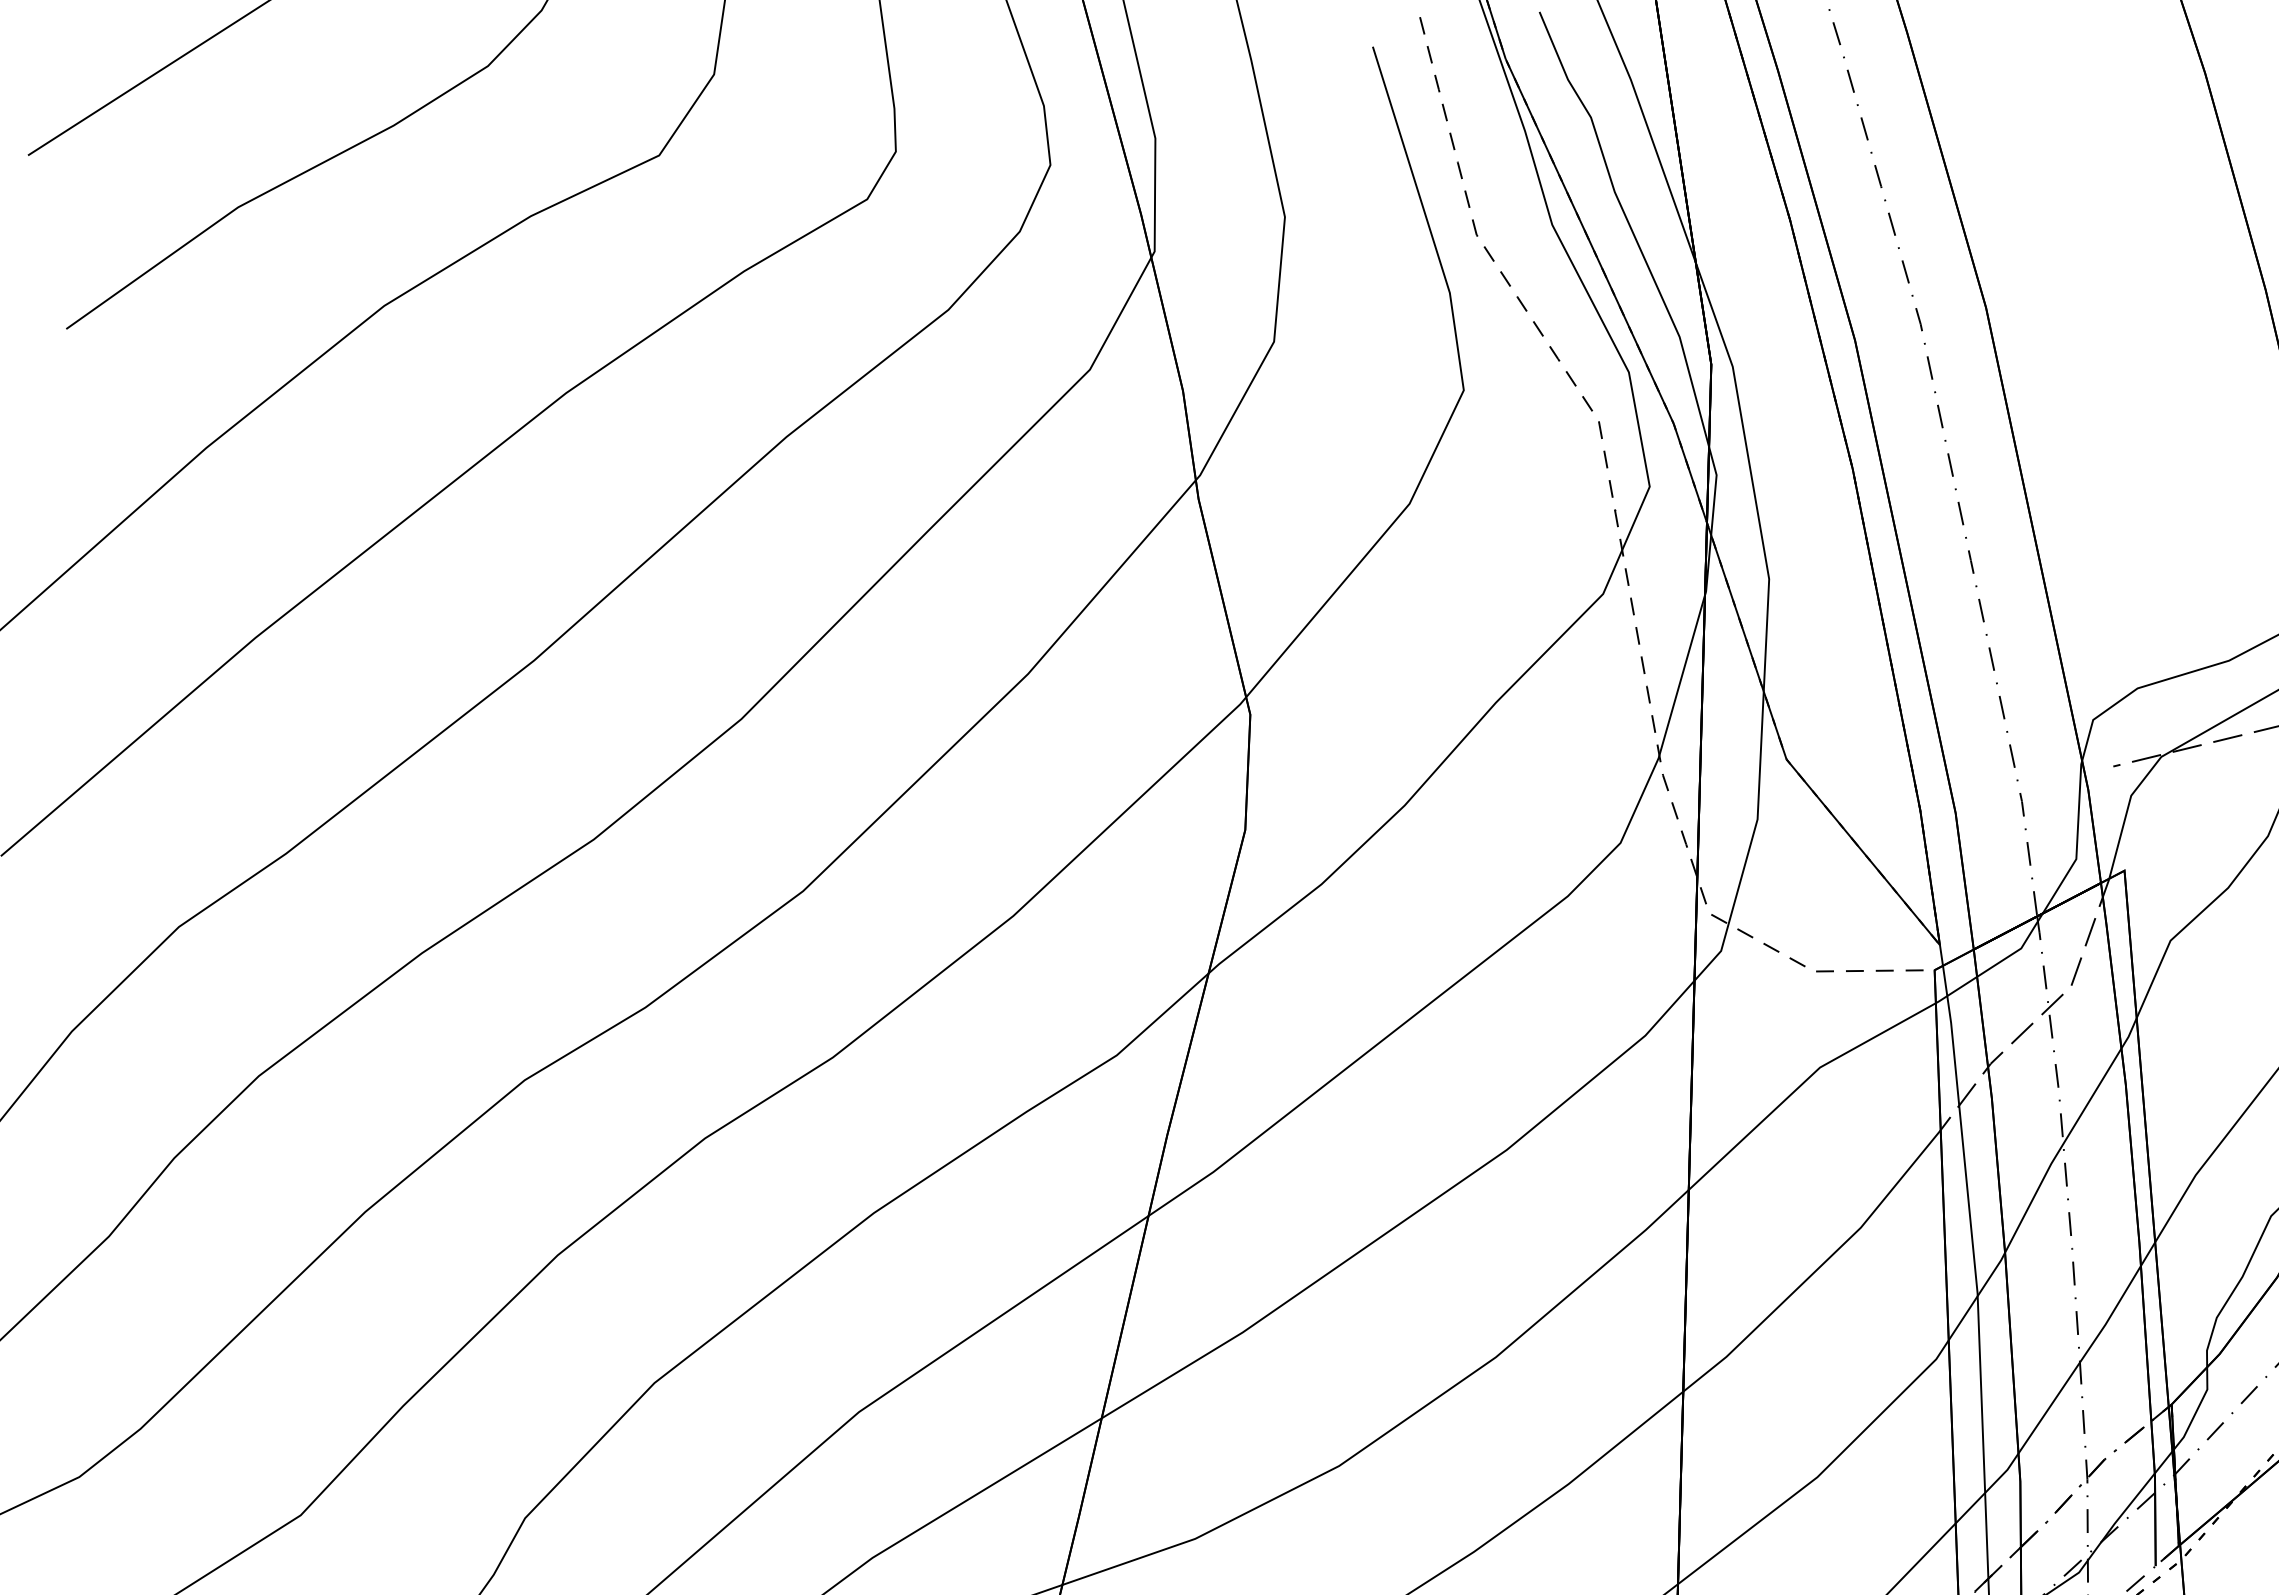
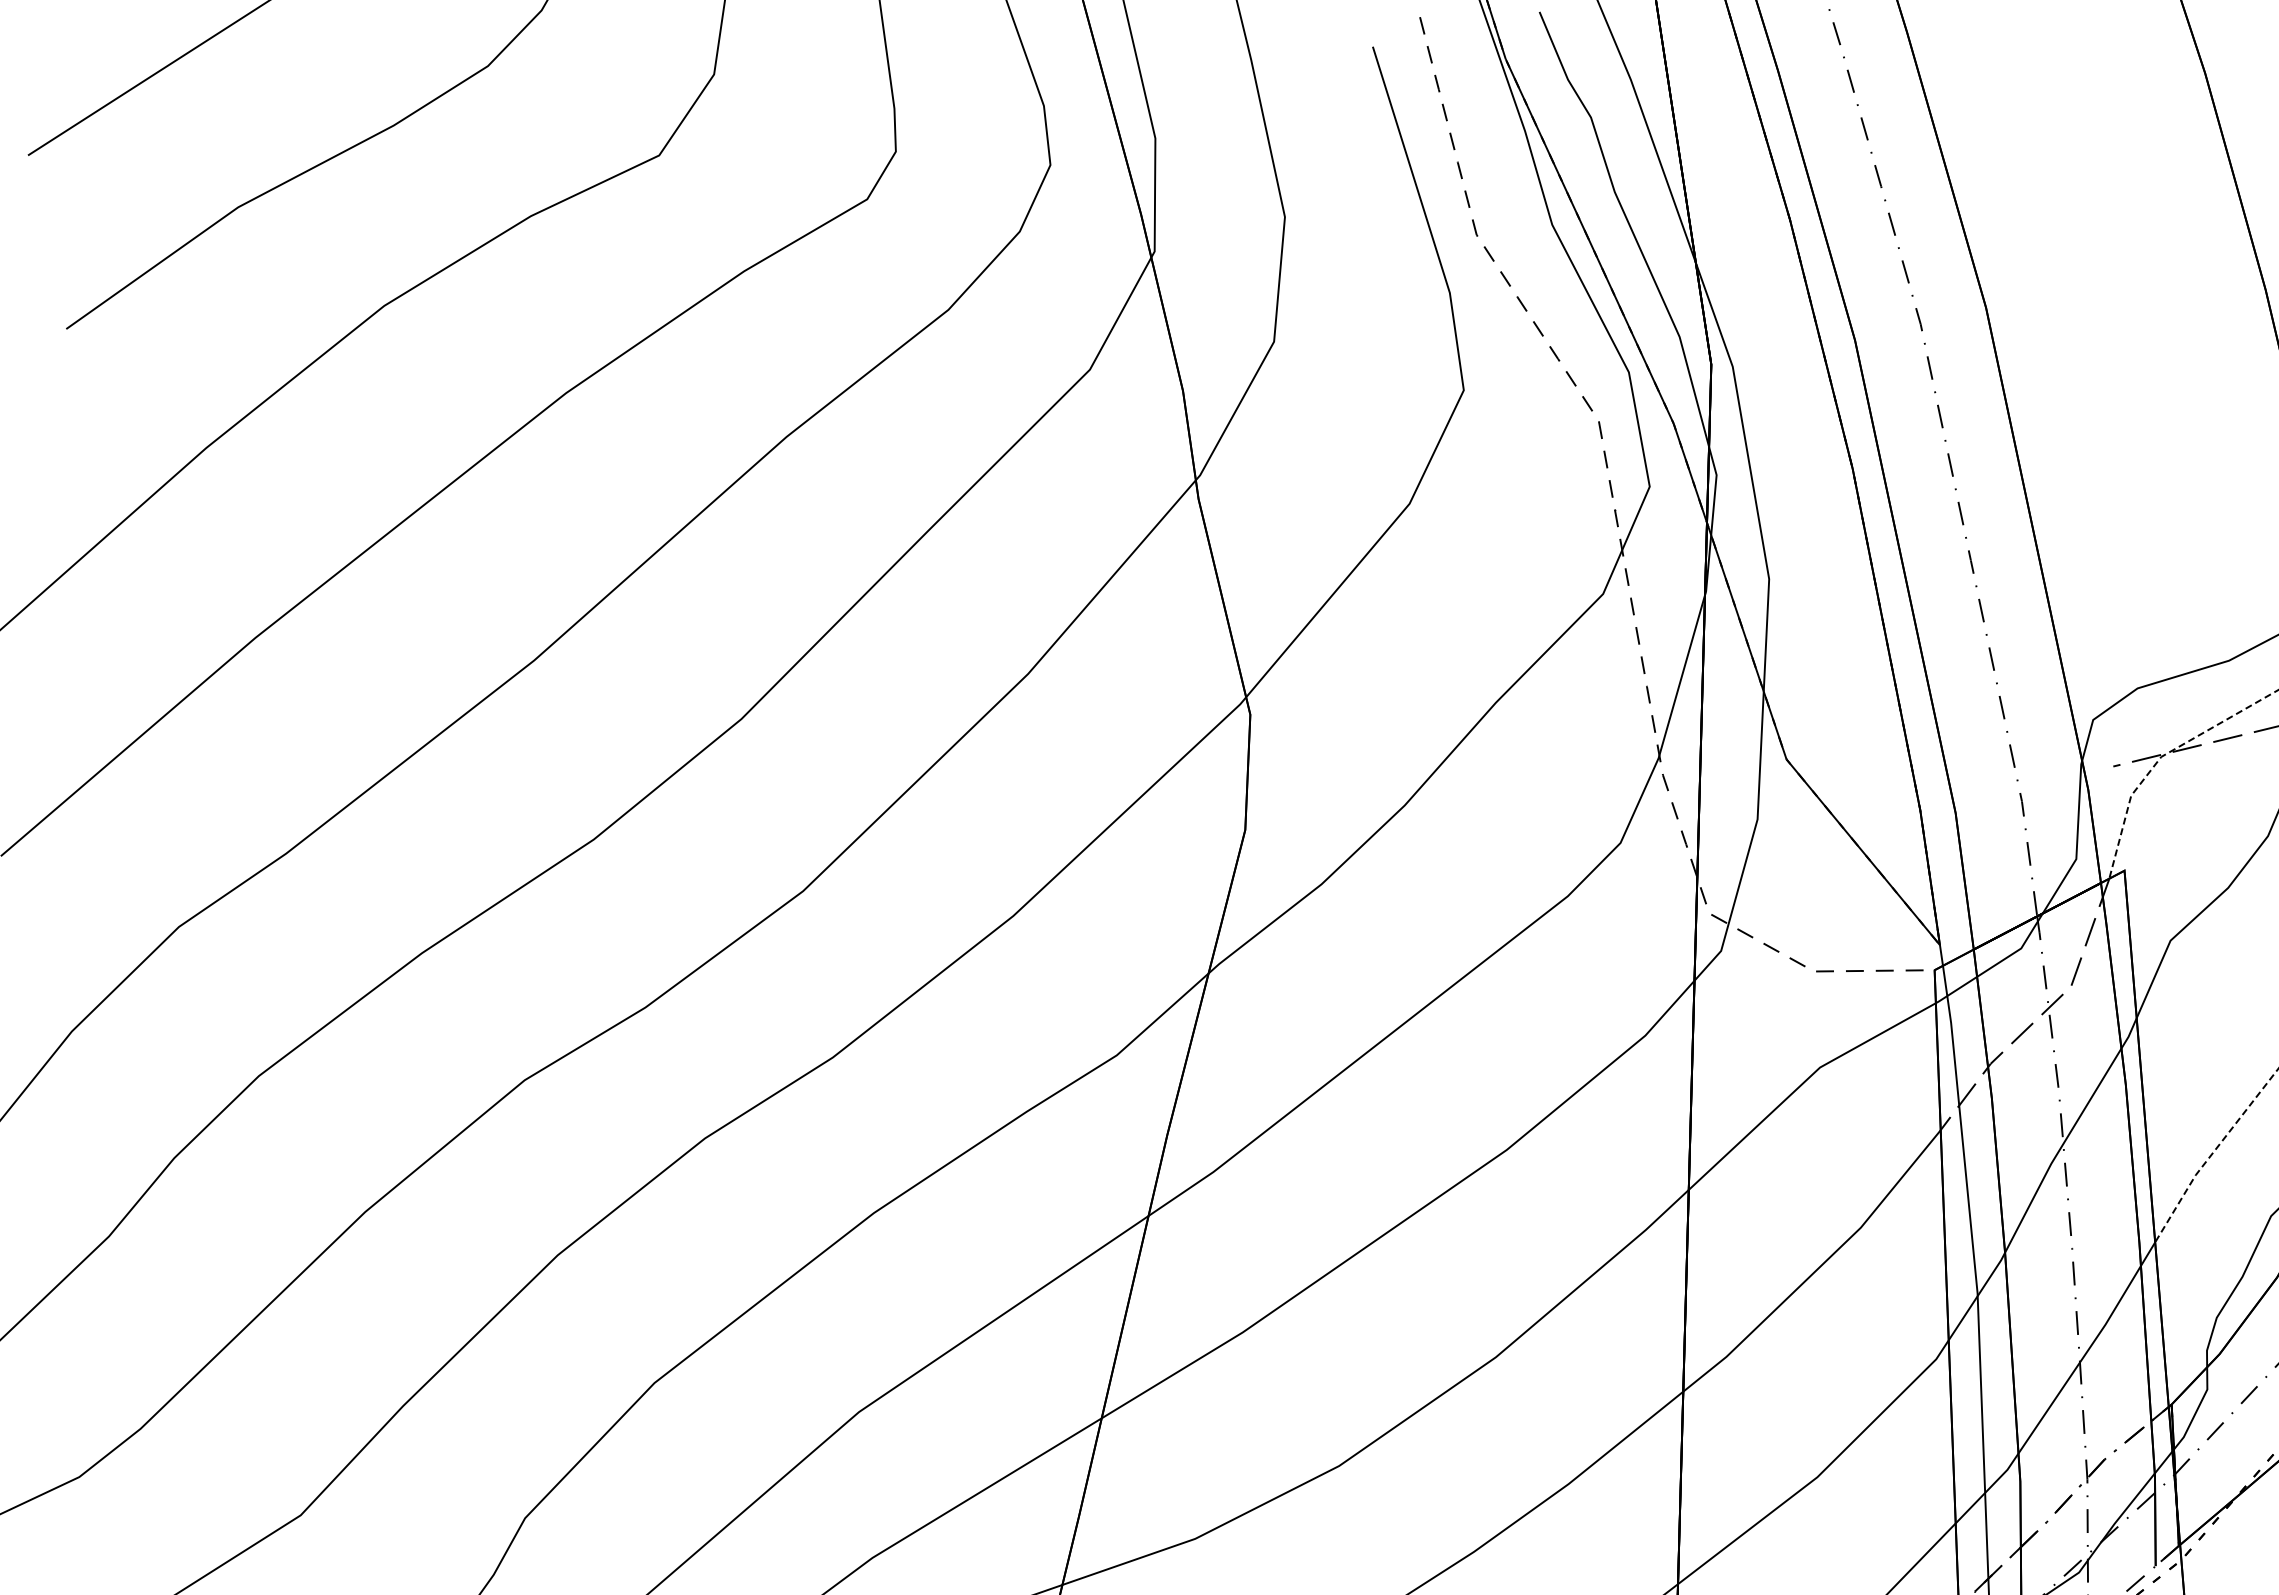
line at (2161, 756): solid -> dashed
line at (2212, 1153): solid -> dashed
